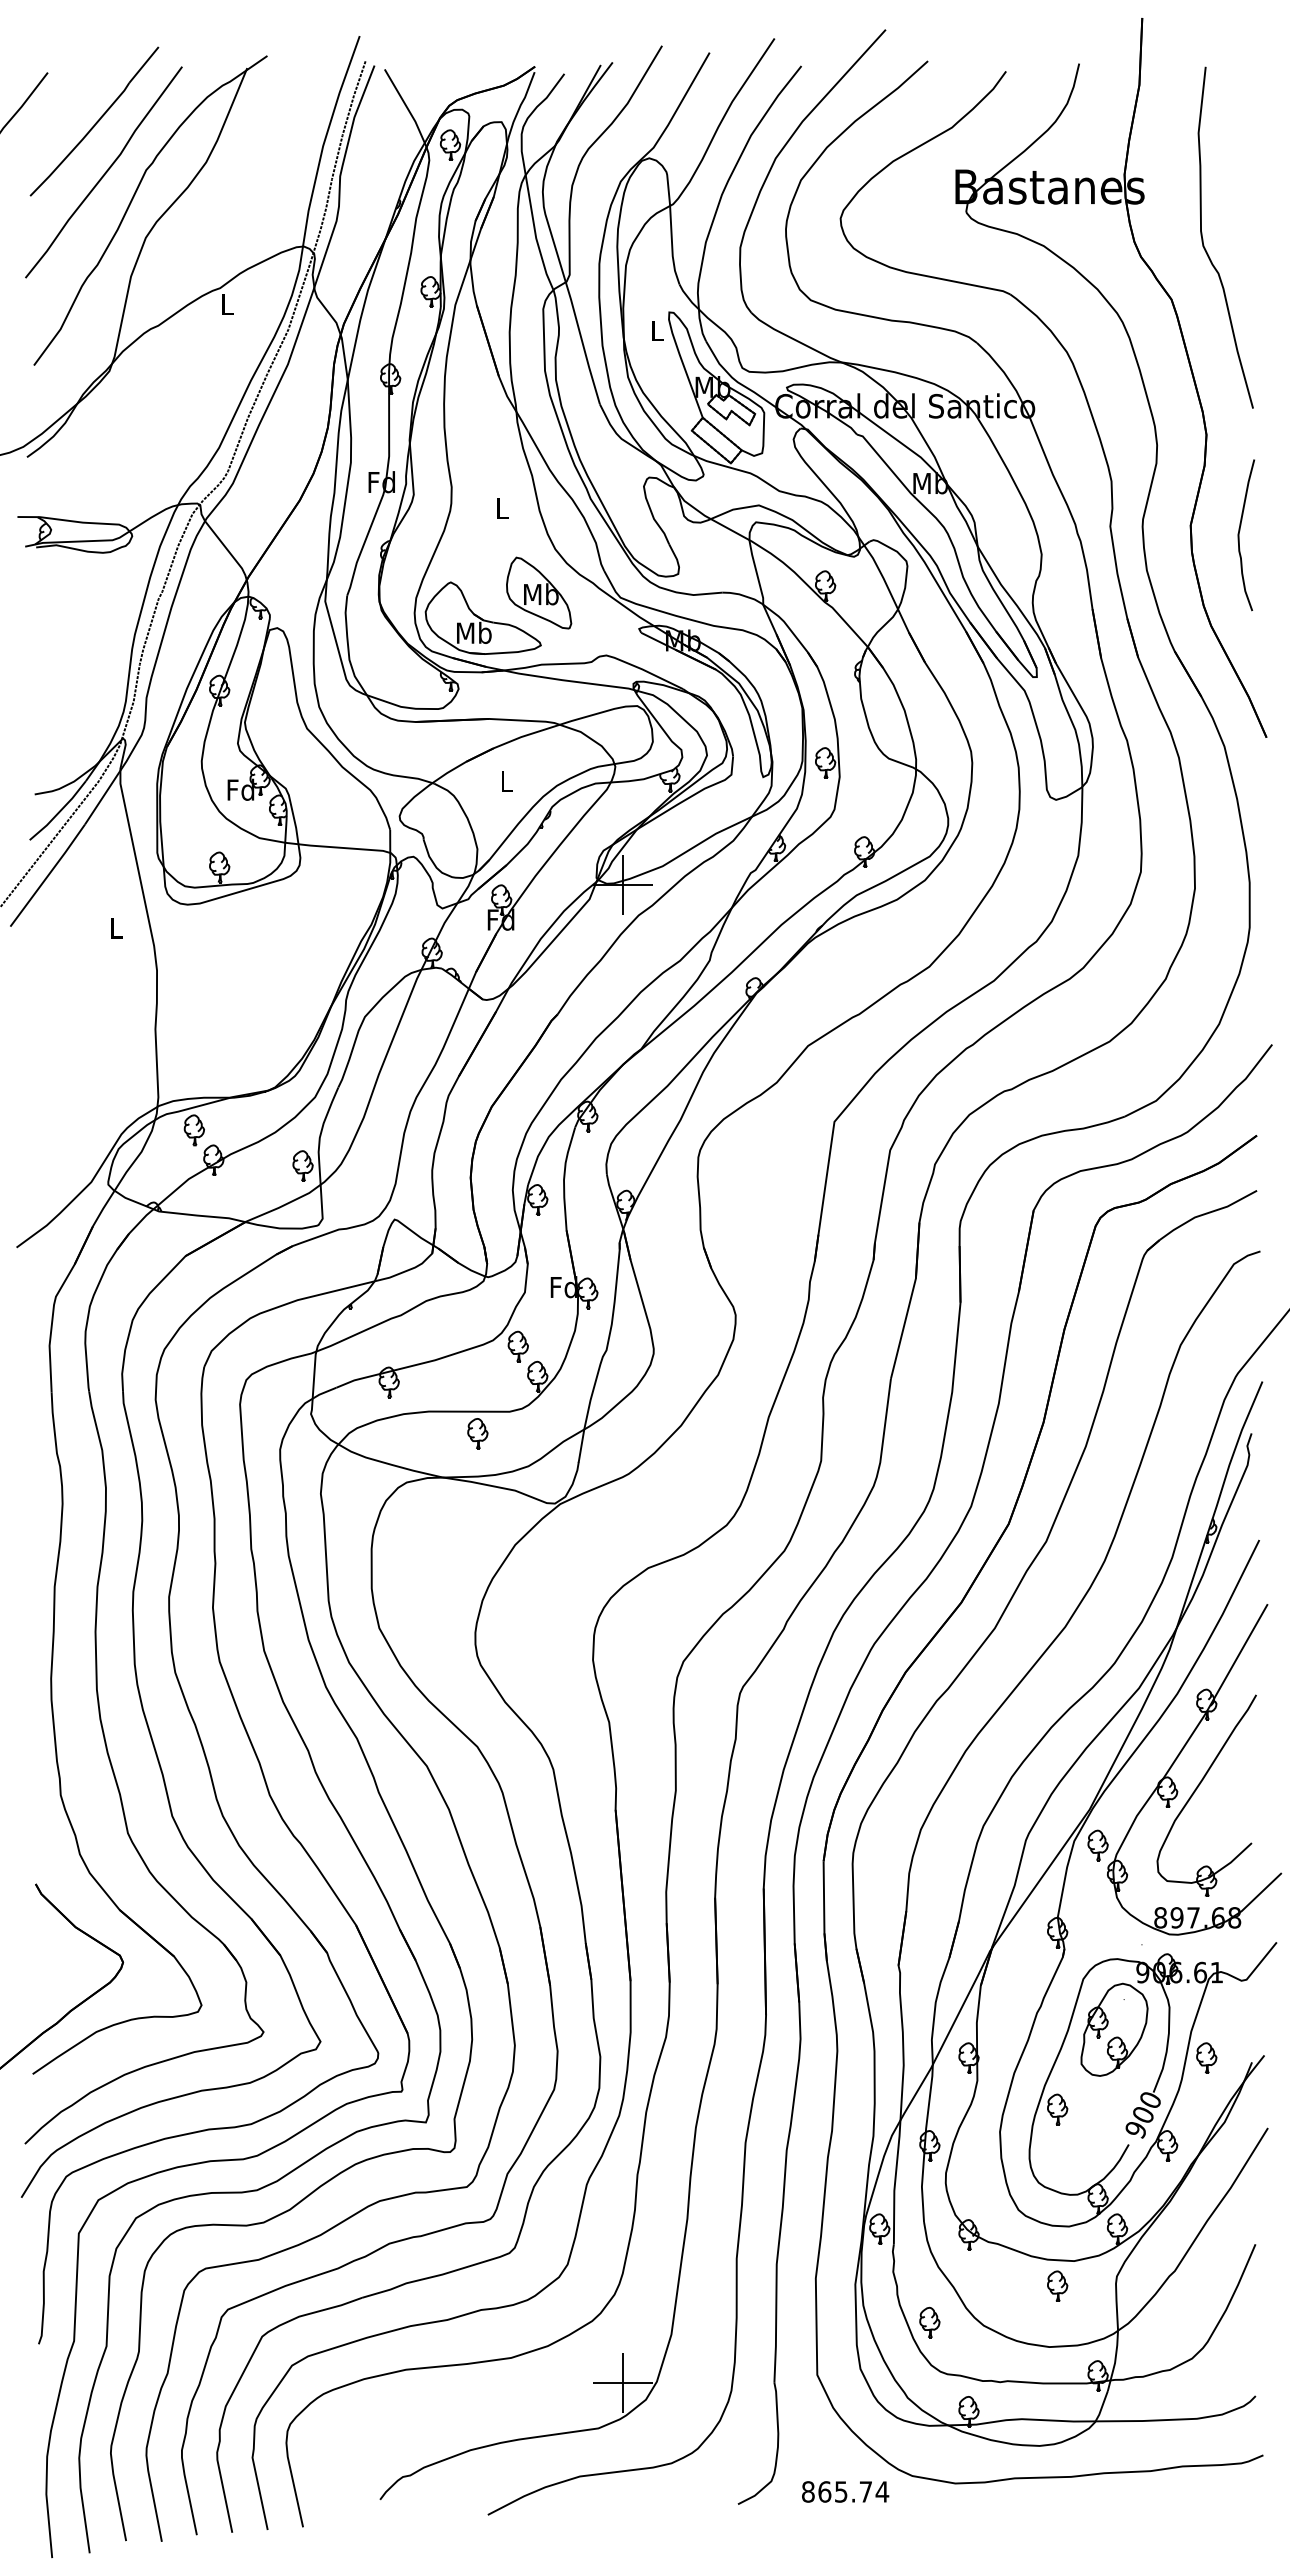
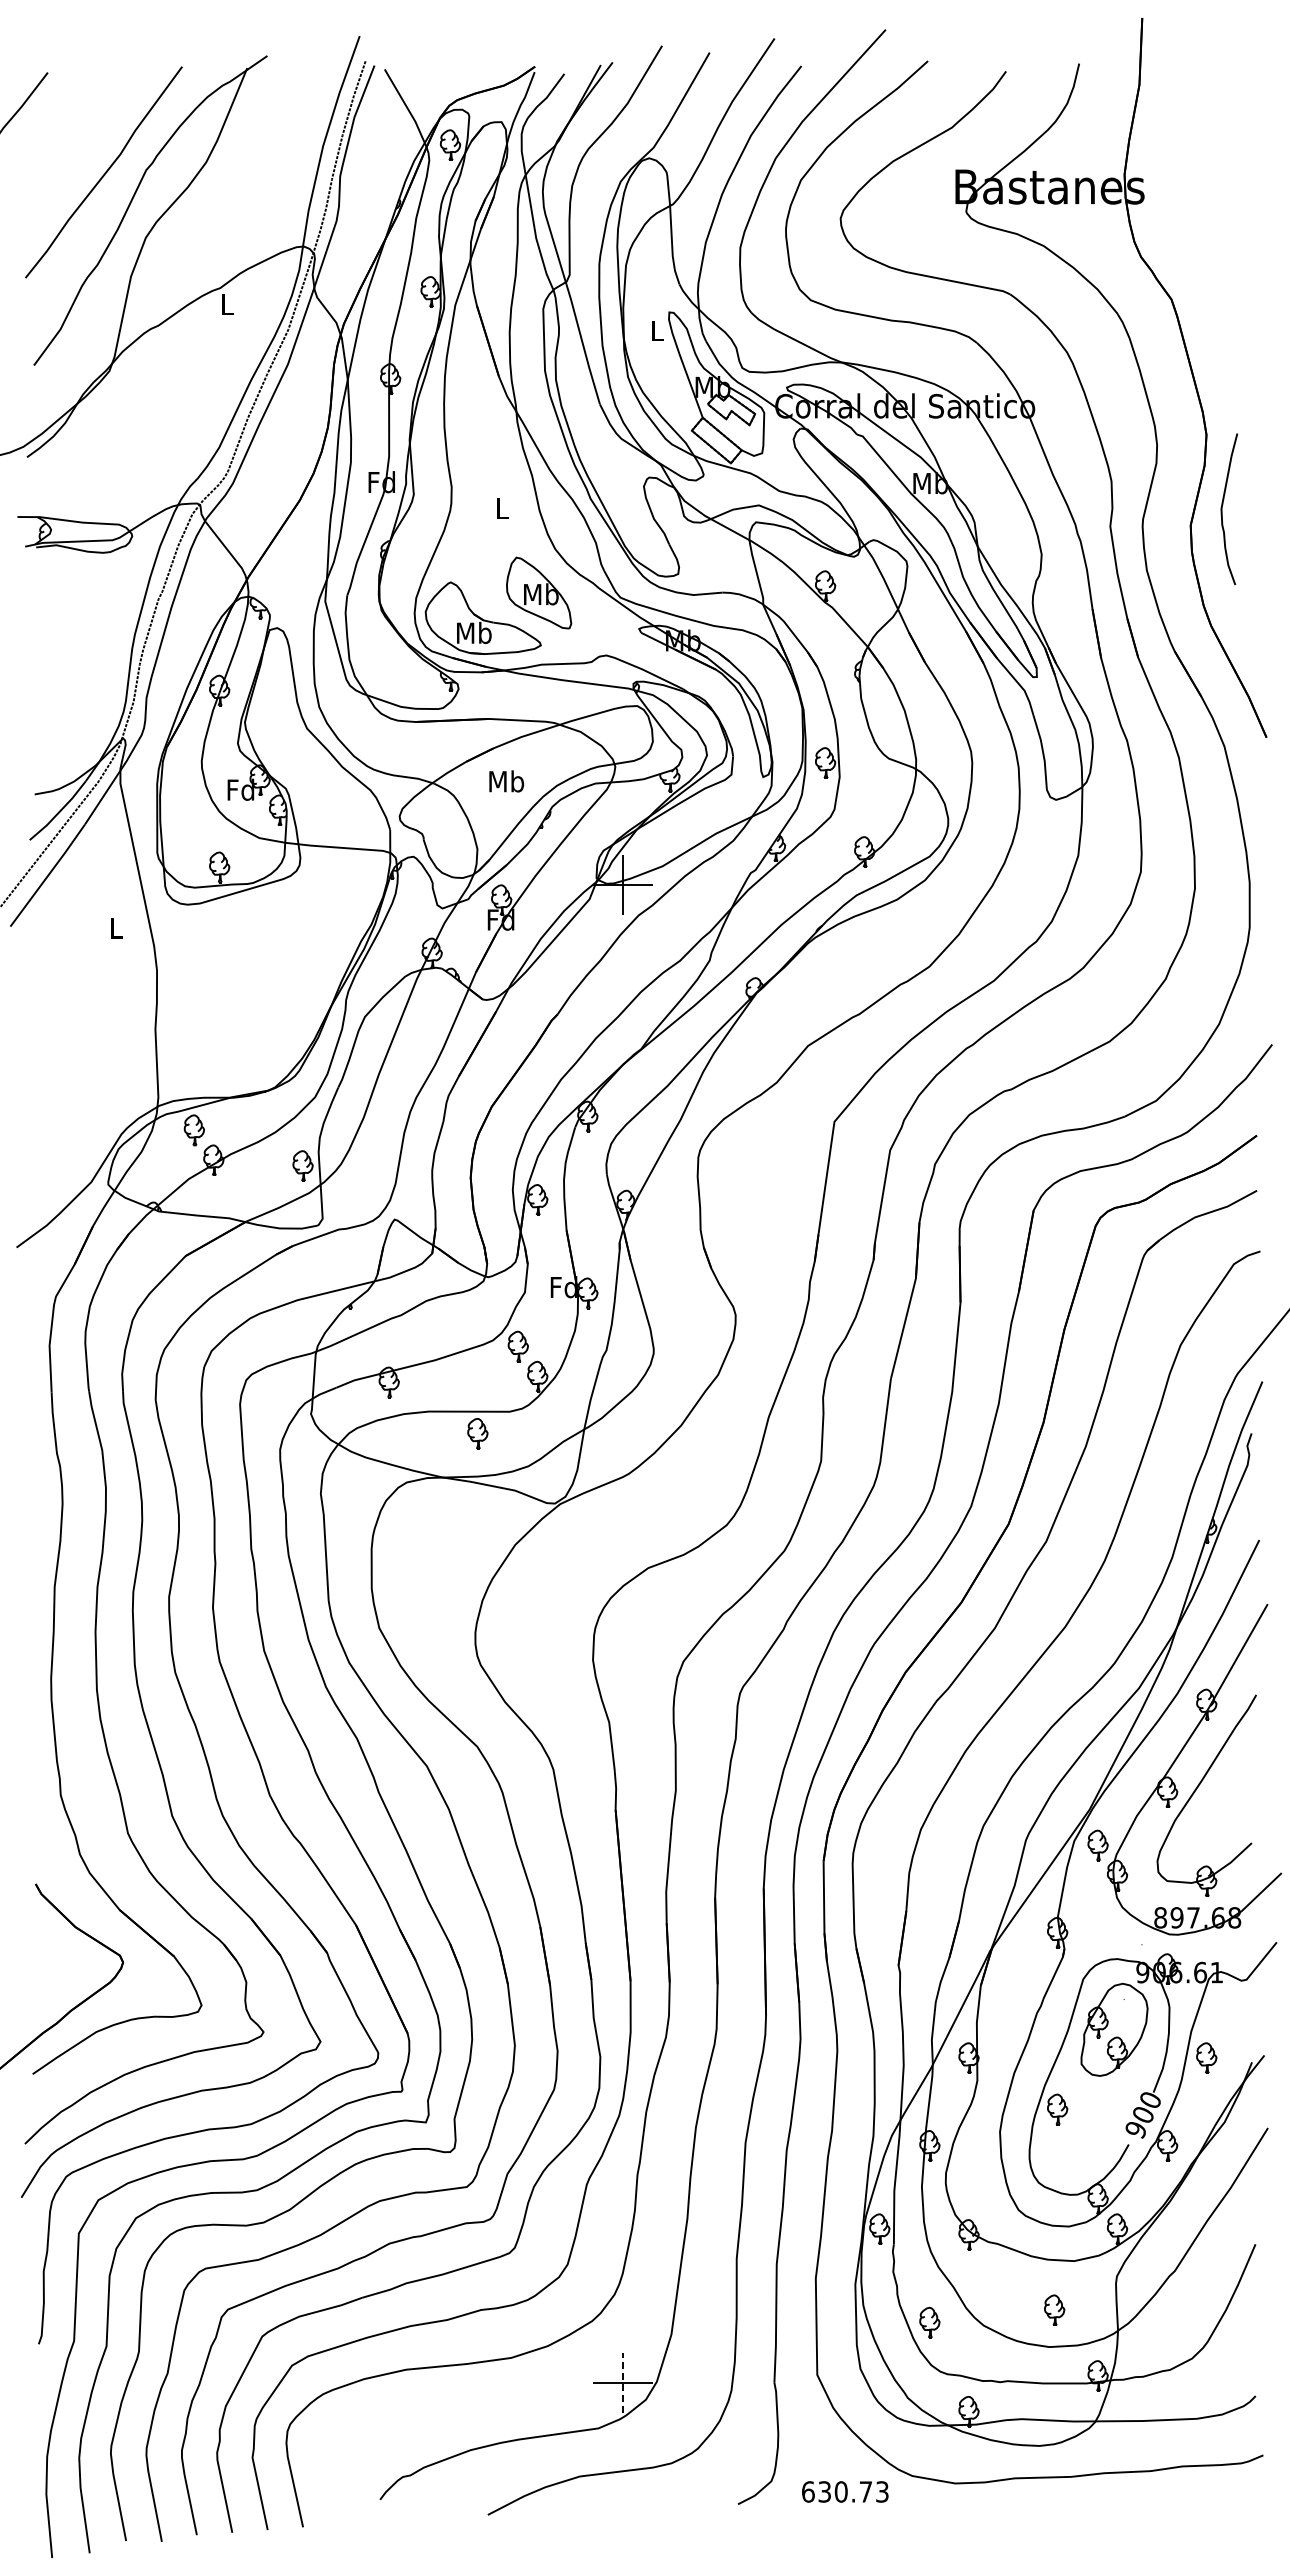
part at (94, 121): present -> none
curve at (1203, 238): present -> none
curve at (1239, 535) position: (1239, 535) -> (1222, 509)
text at (506, 781): L -> Mb
part at (1057, 2285) position: (1057, 2285) -> (1054, 2309)
line at (623, 2383): solid -> dashed
text at (845, 2491): 865.74 -> 630.73
